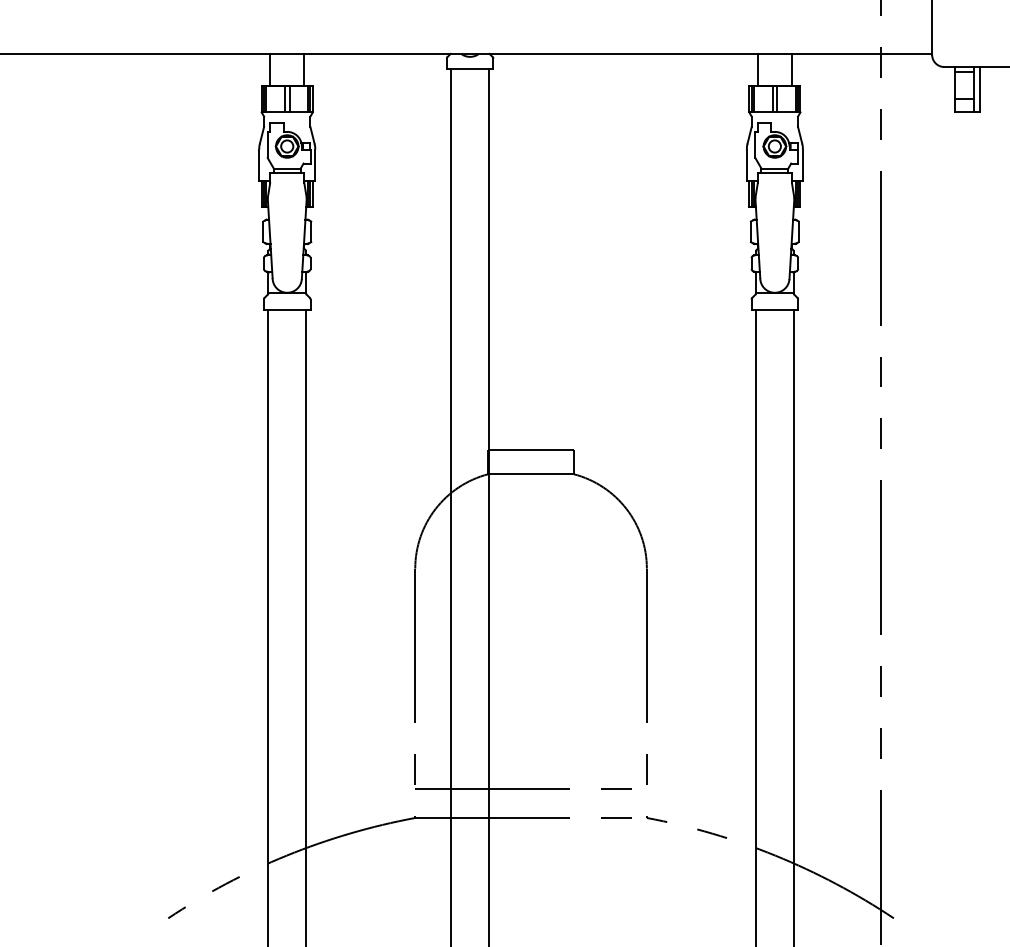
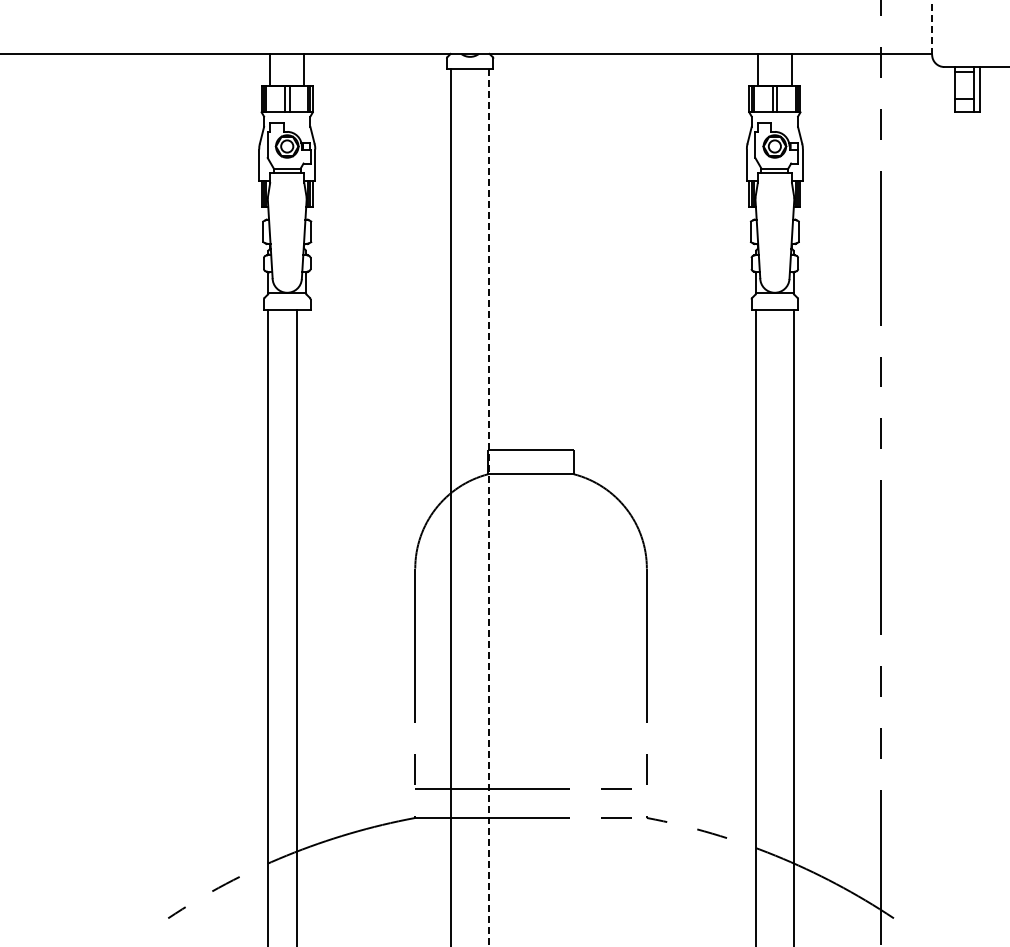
line at (932, 27): solid -> dashed
line at (489, 507): solid -> dashed
line at (306, 626) position: (306, 626) -> (297, 626)
